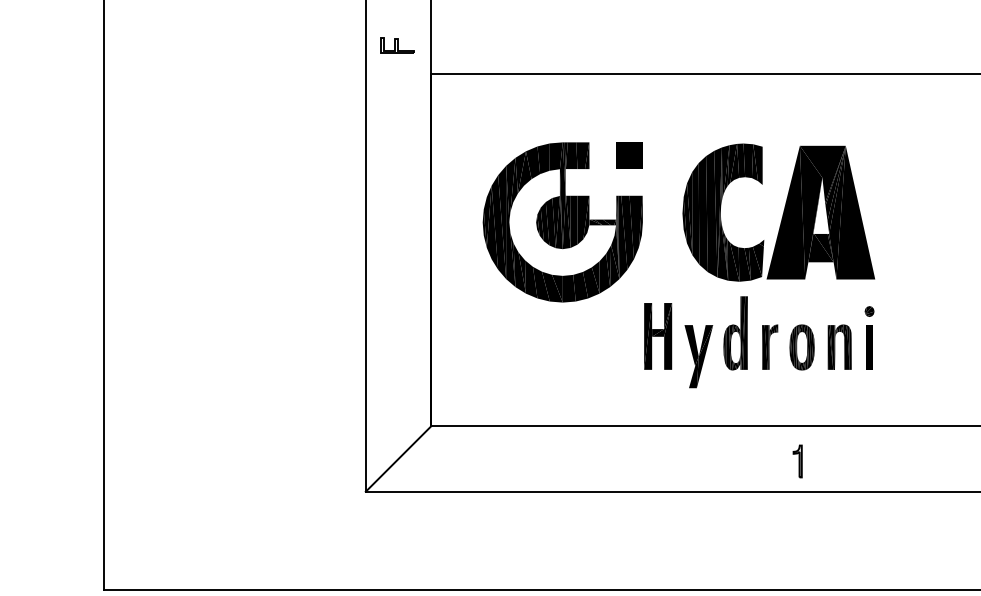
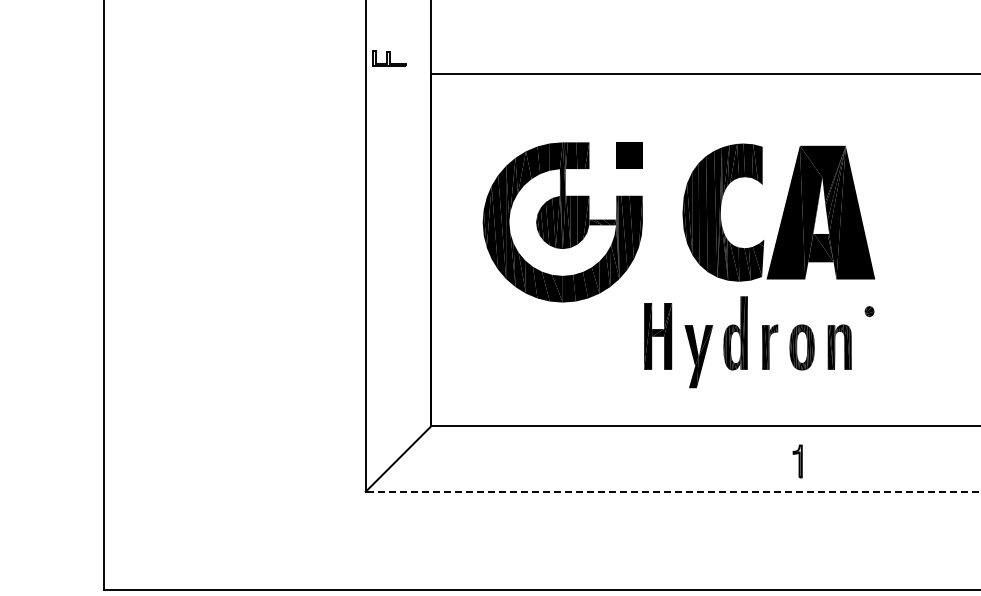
part at (397, 45) position: (397, 45) -> (389, 58)
part at (869, 347): present -> none
line at (672, 491): solid -> dashed
